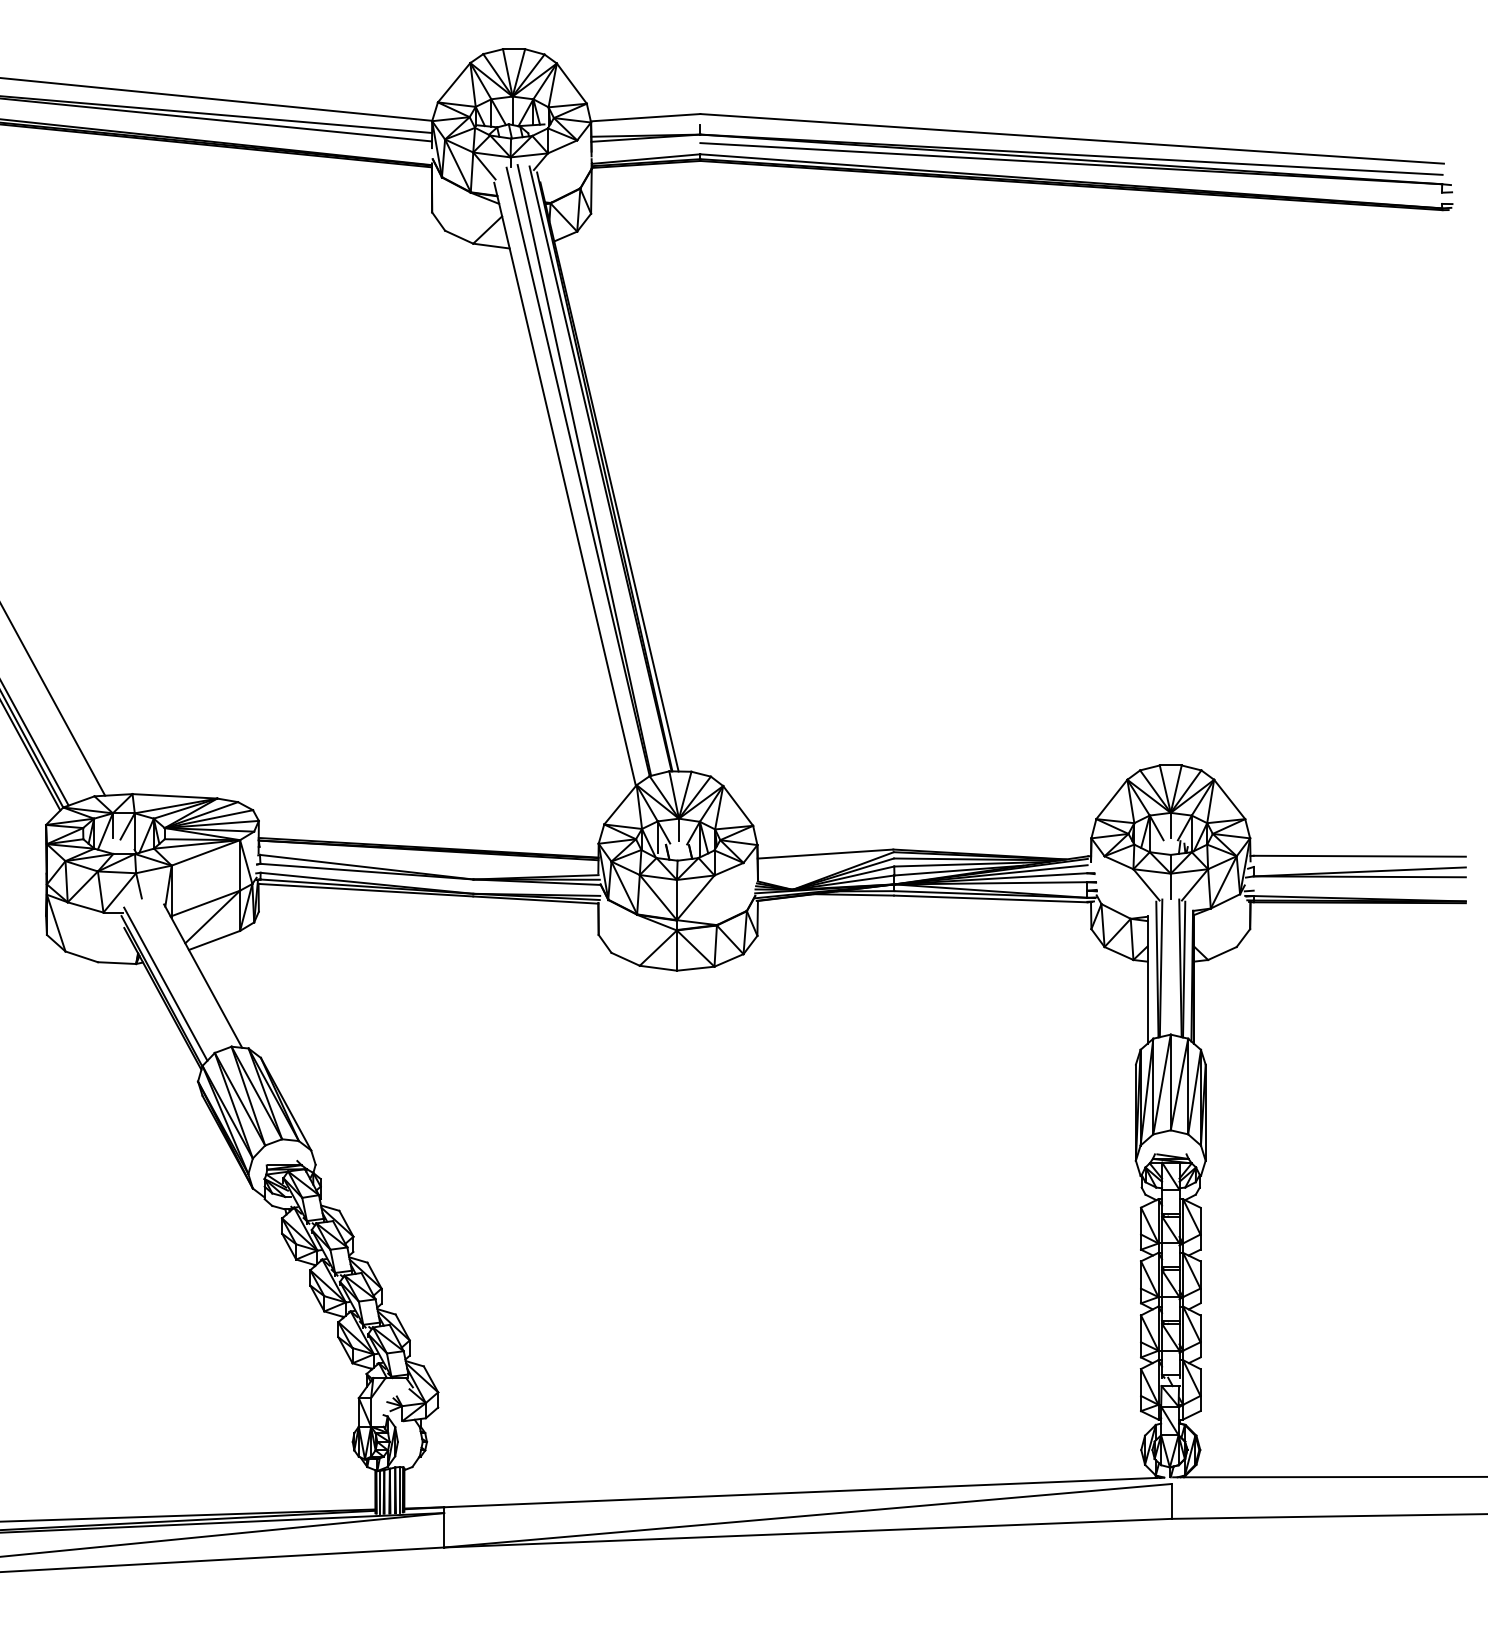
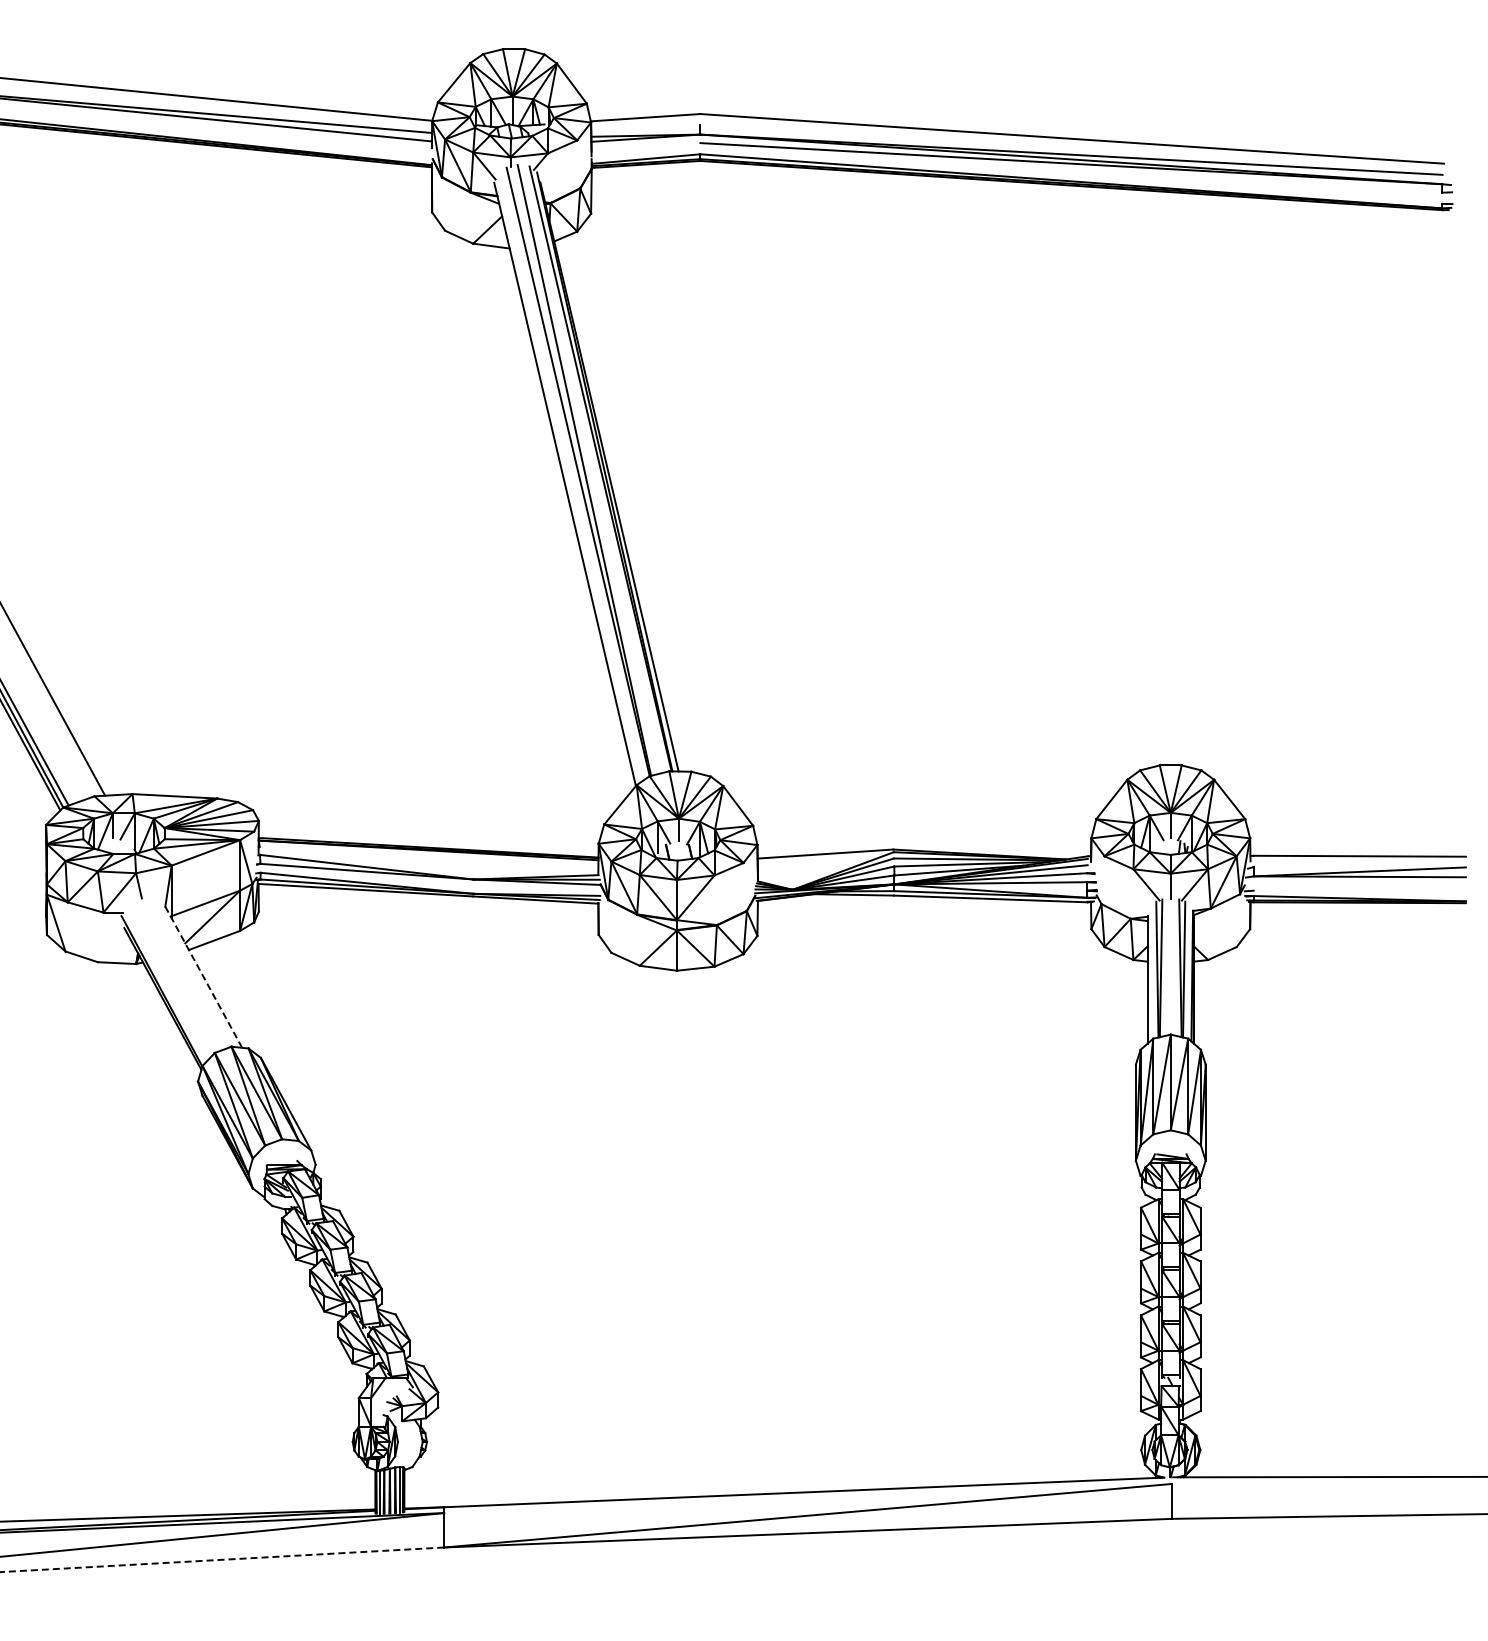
line at (203, 976): solid -> dashed
line at (165, 983): present -> none
line at (221, 1559): solid -> dashed
